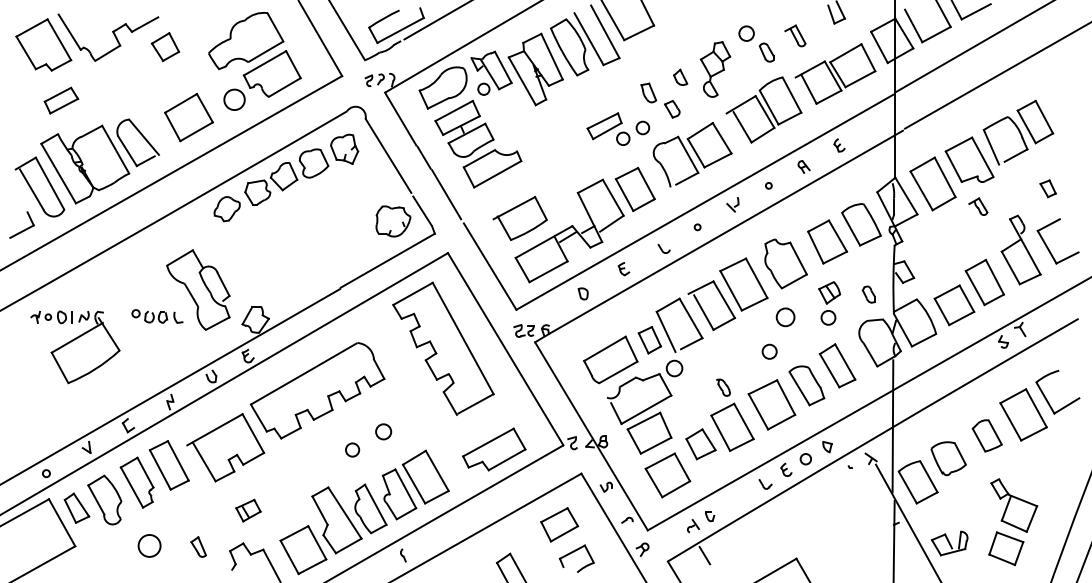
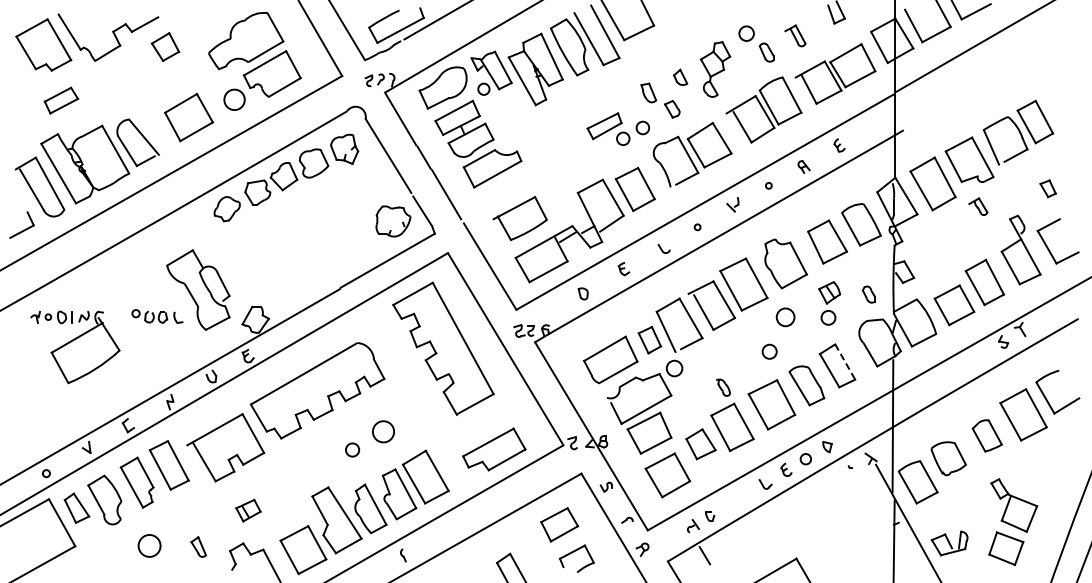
line at (996, 76): present -> none
line at (845, 362): solid -> dashed
circle at (383, 431) size: 18x18 px -> 23x24 px
